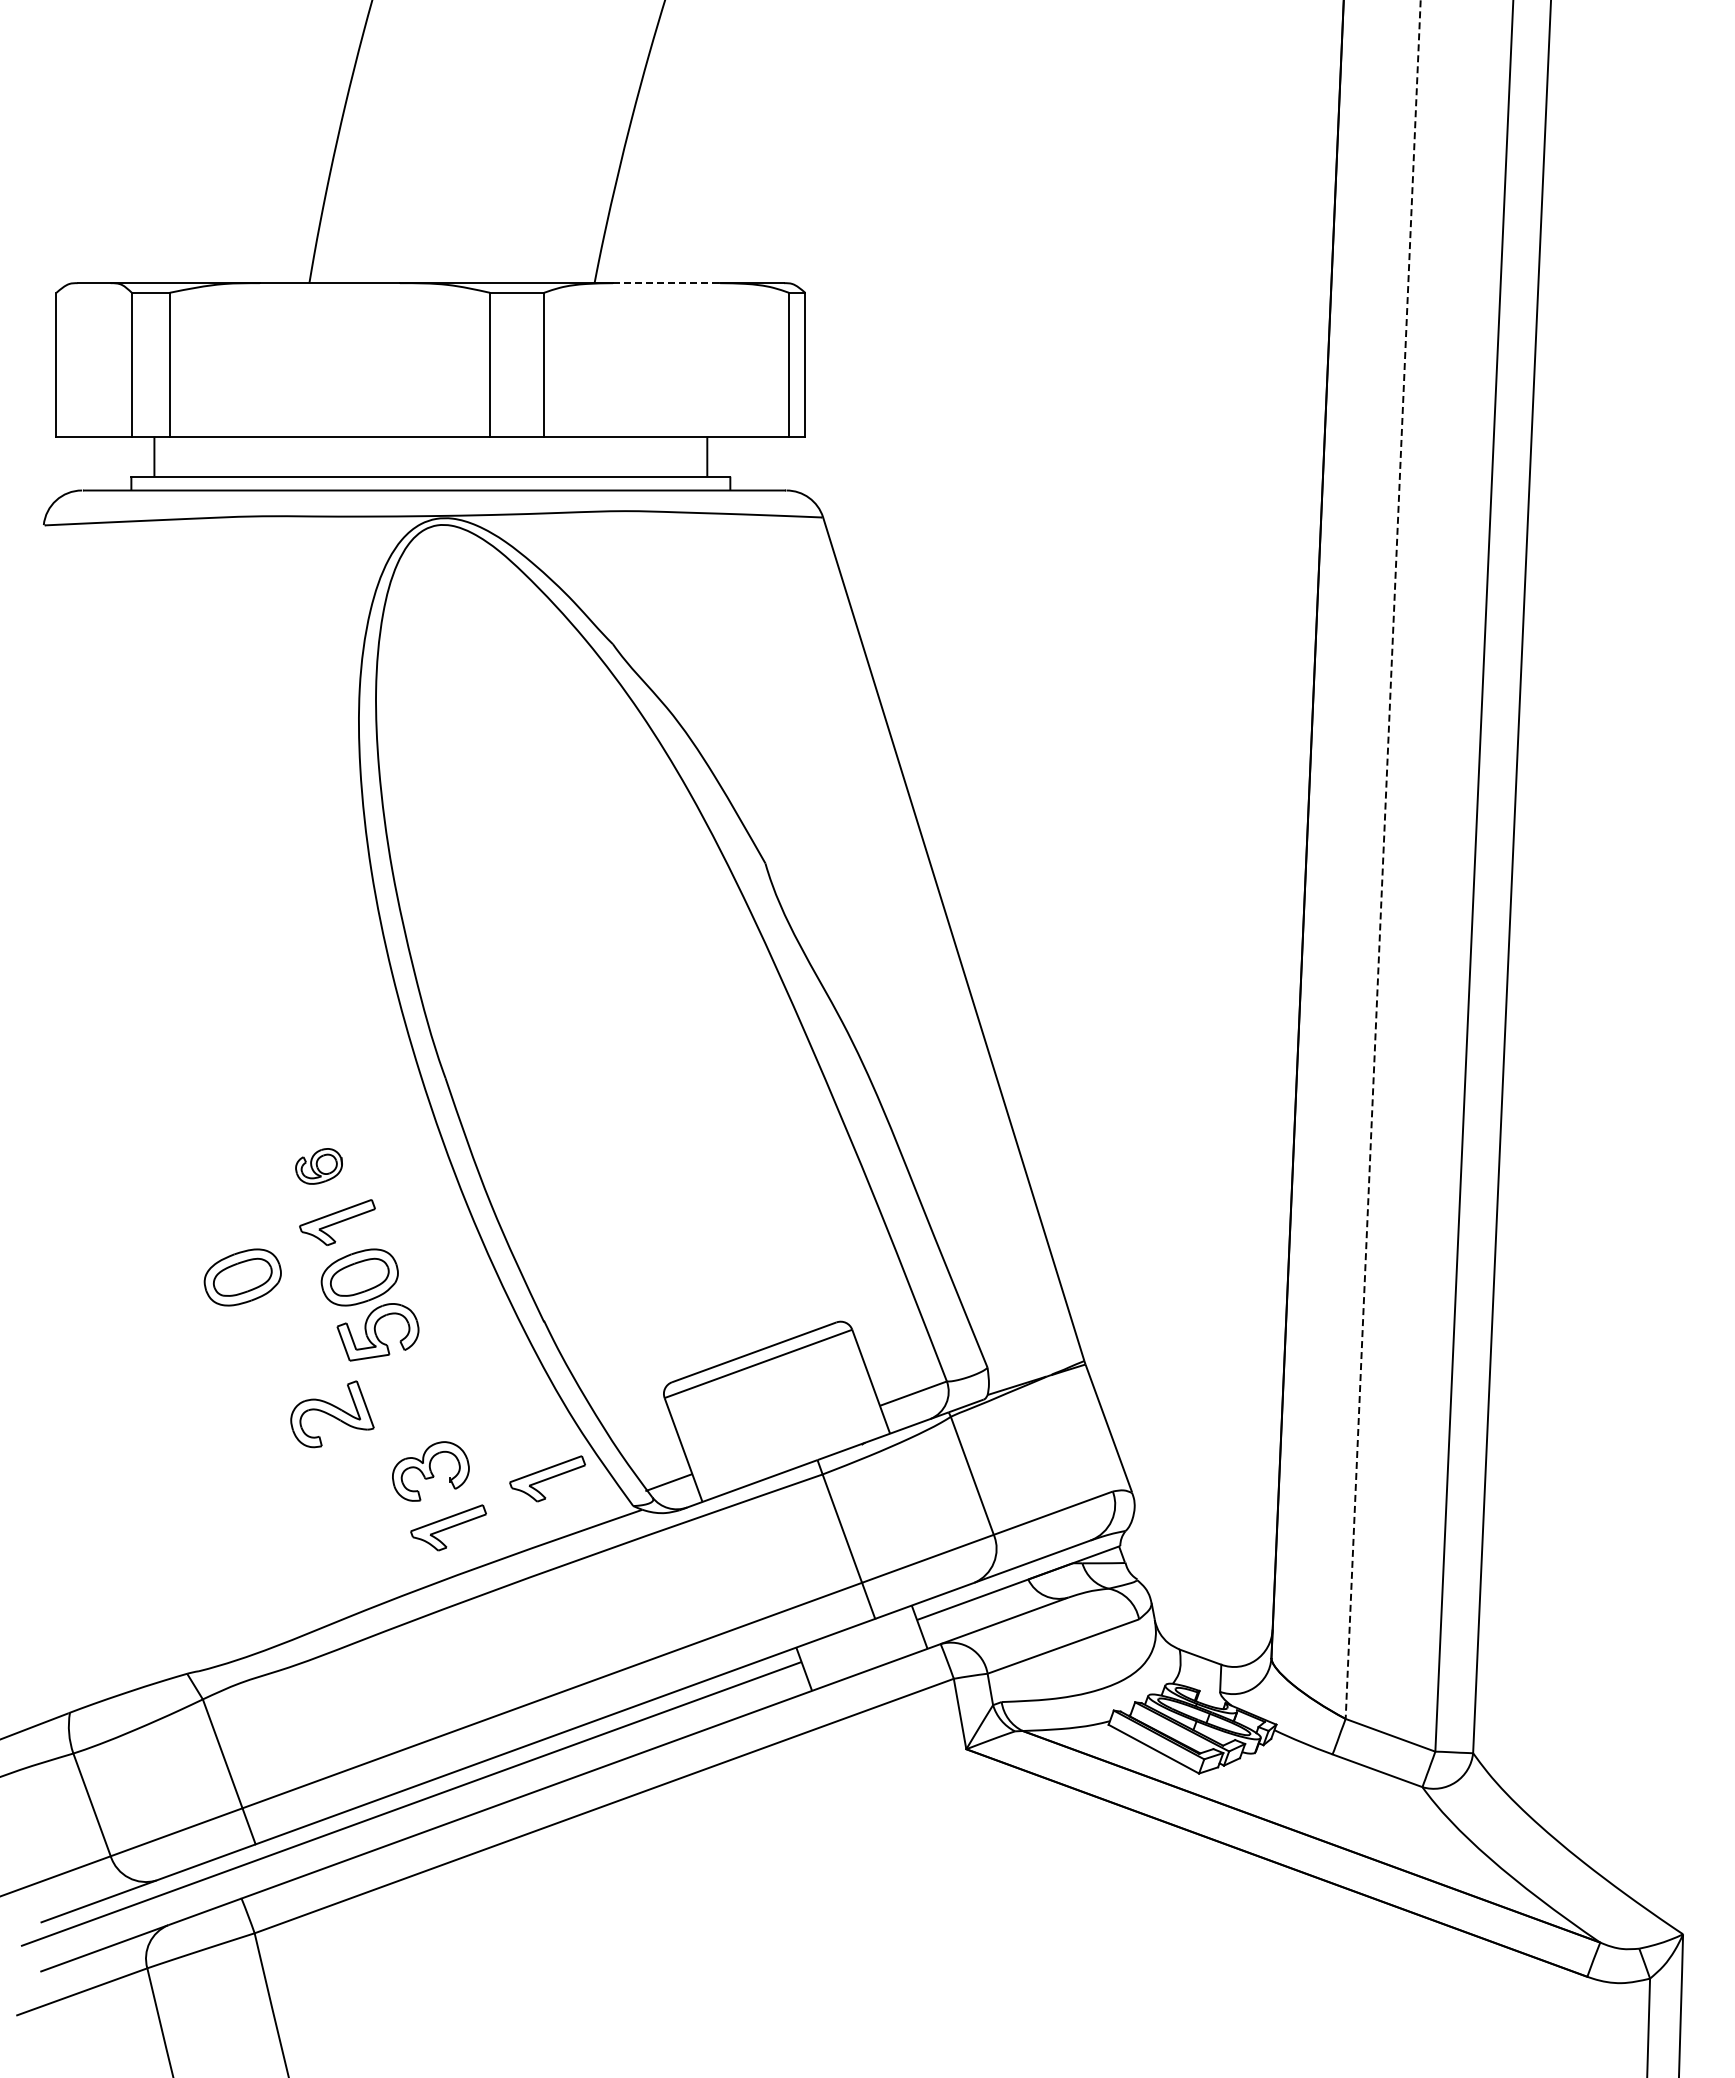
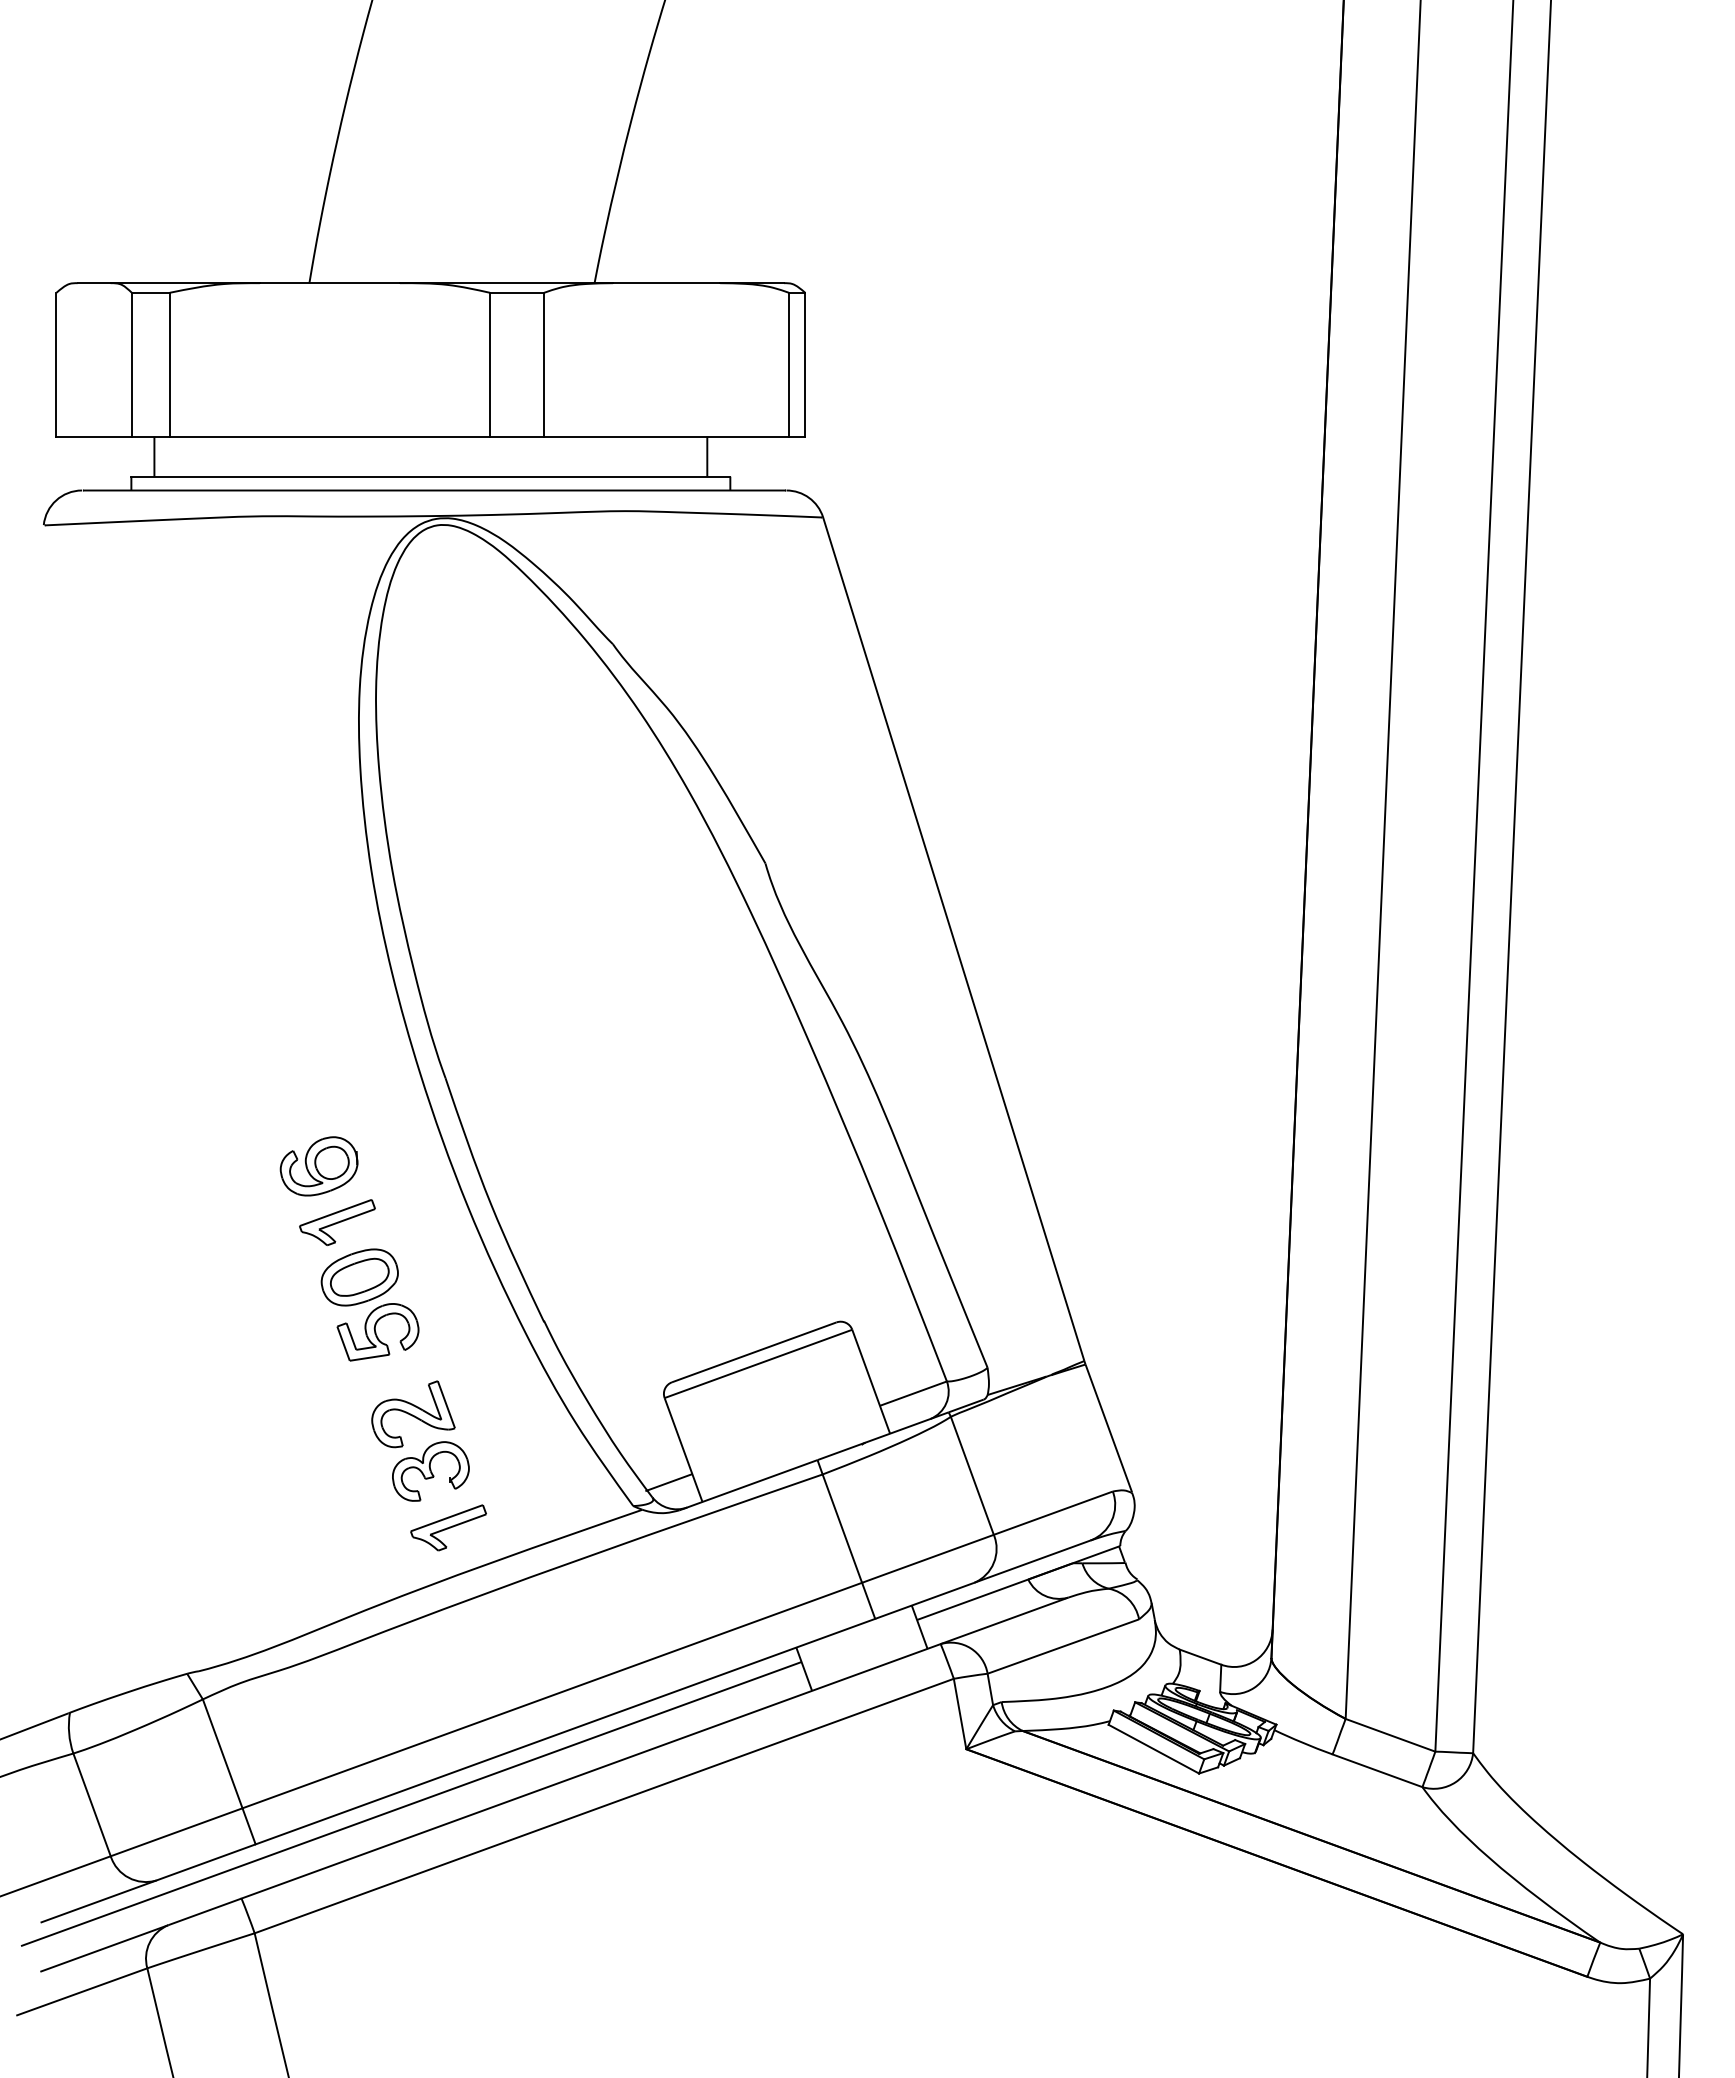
line at (666, 283): dashed -> solid
line at (1383, 860): dashed -> solid
part at (318, 1166) size: 48x37 px -> 80x61 px
part at (242, 1277): present -> none
part at (332, 1414) position: (332, 1414) -> (413, 1414)
part at (547, 1478): present -> none
